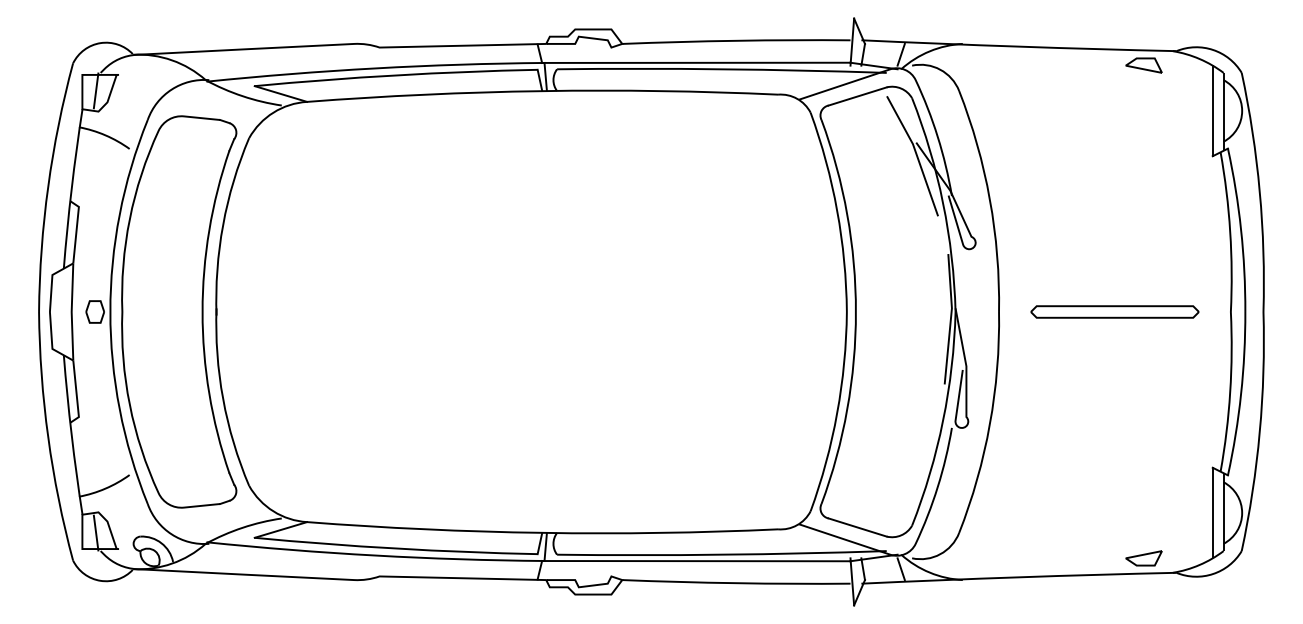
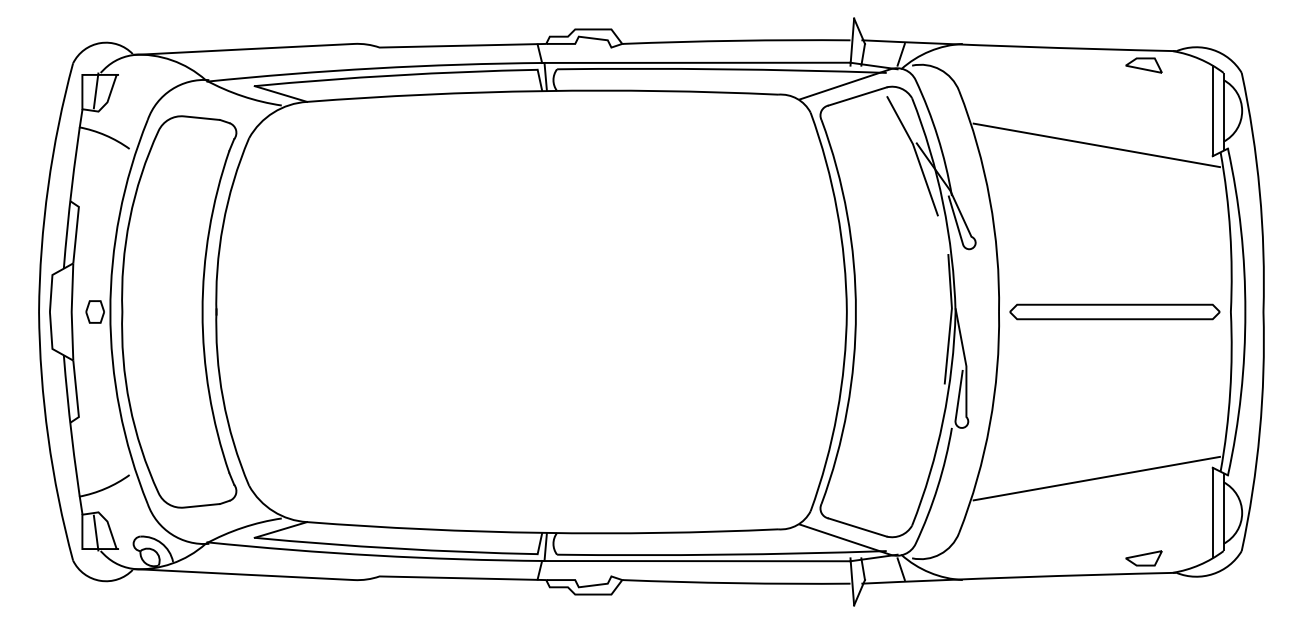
line at (1096, 145): none -> present
part at (1114, 311) size: 170x14 px -> 212x18 px
line at (1096, 478): none -> present
